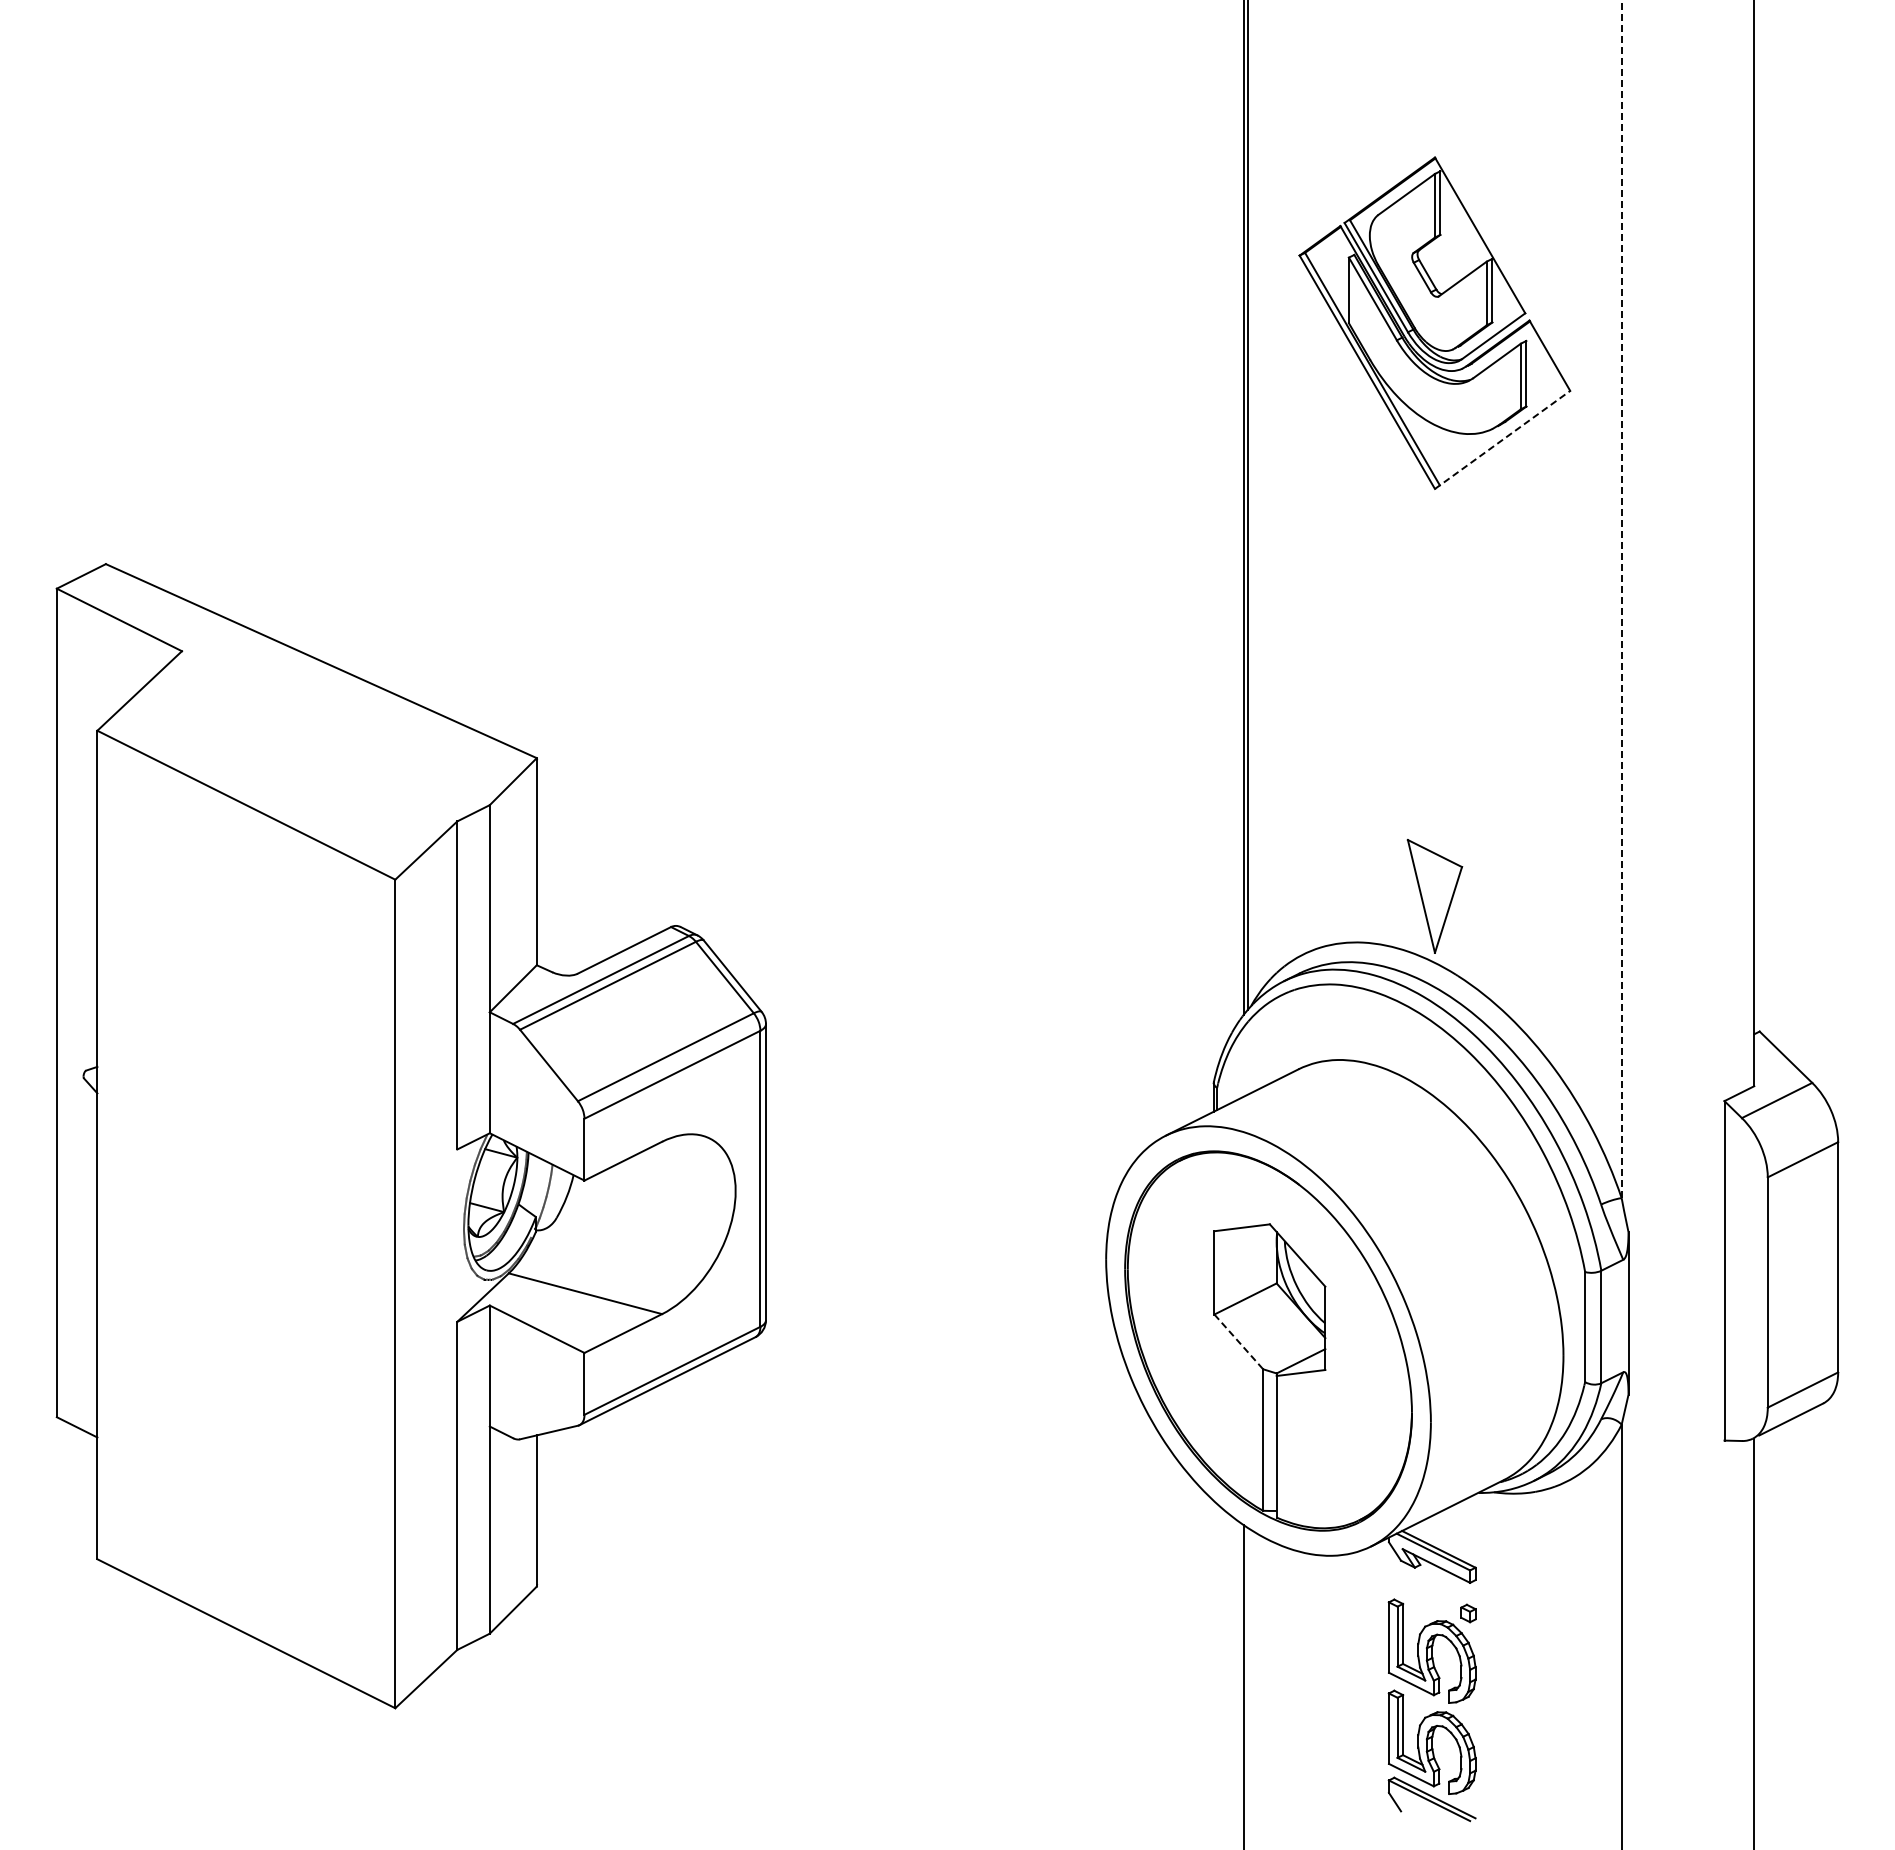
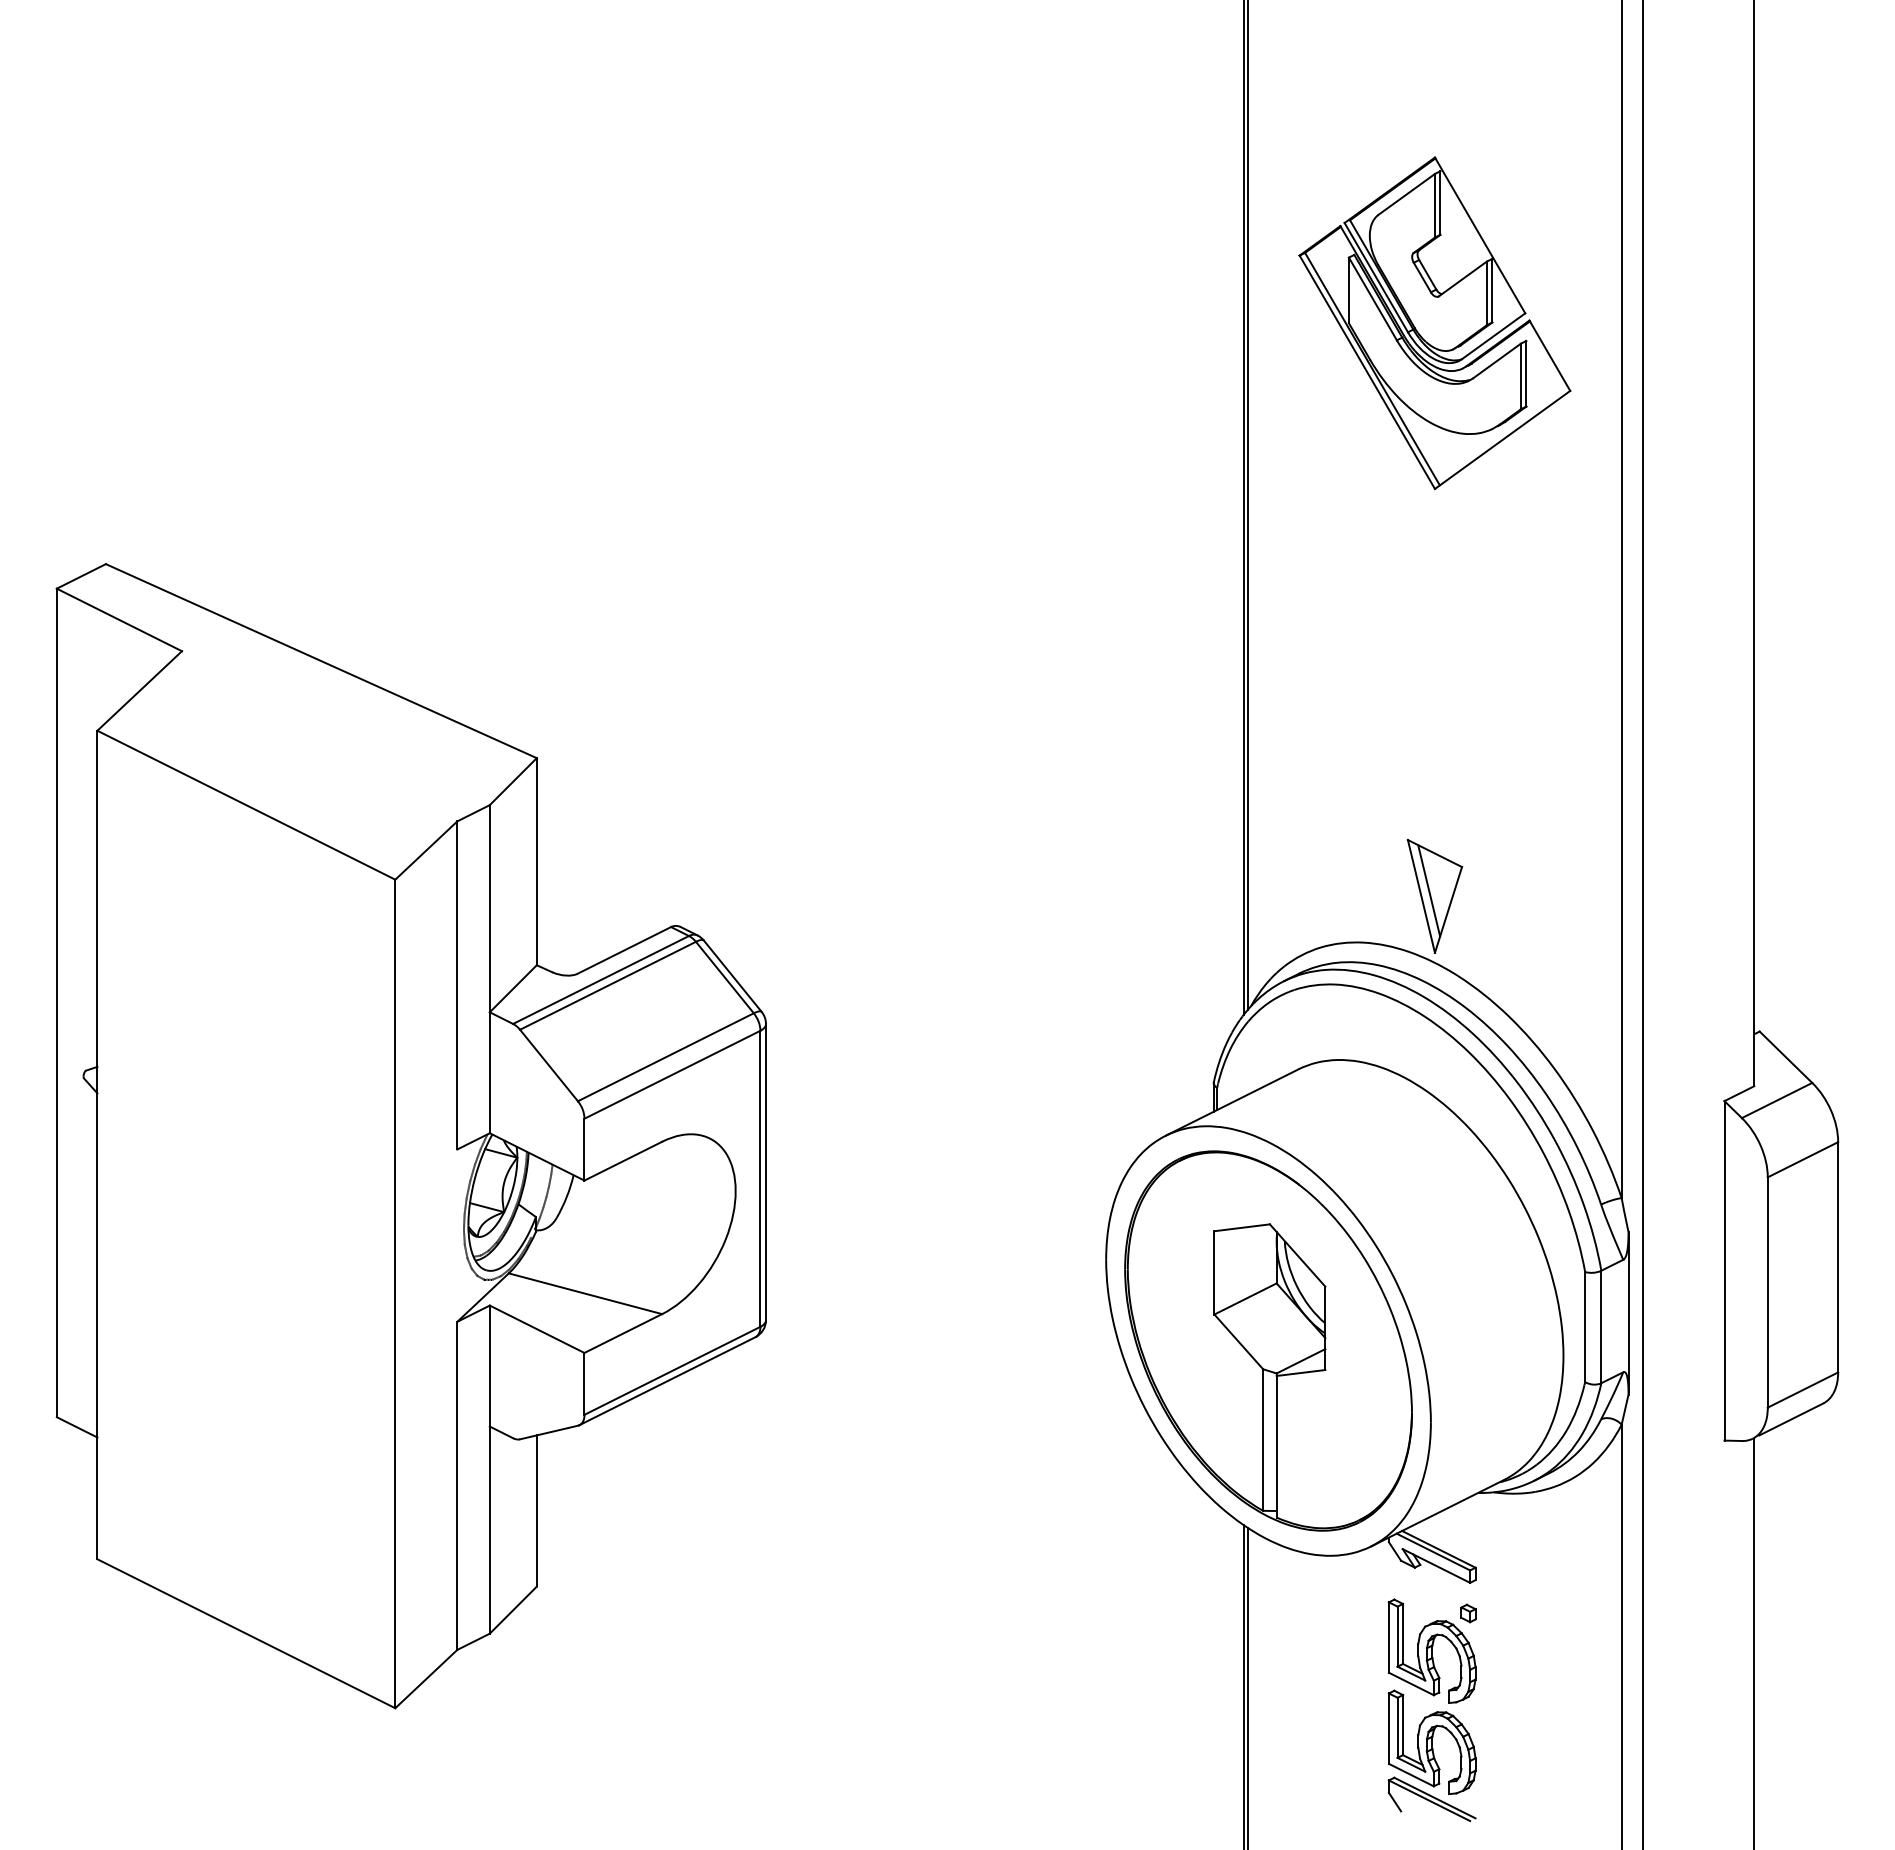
line at (1502, 439): dashed -> solid
line at (1621, 599): dashed -> solid
line at (1429, 890): none -> present
line at (1643, 924): none -> present
line at (1238, 1341): dashed -> solid
line at (1248, 1687): none -> present
